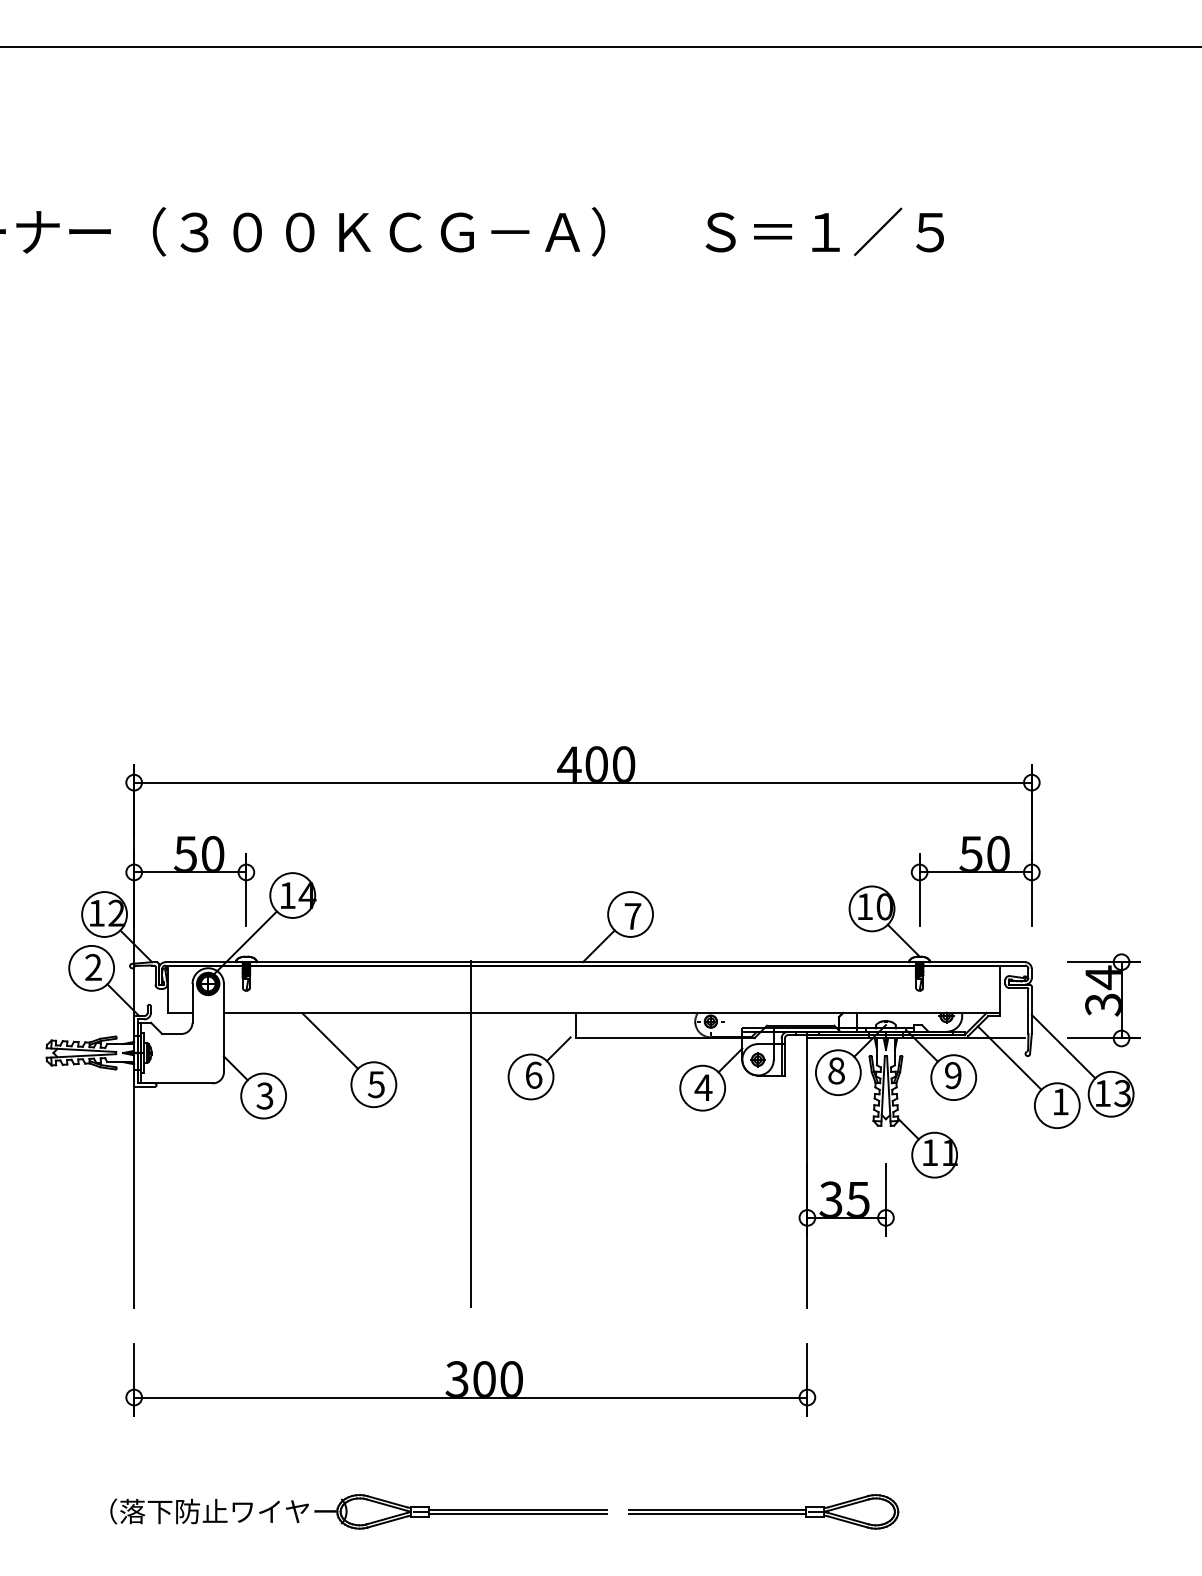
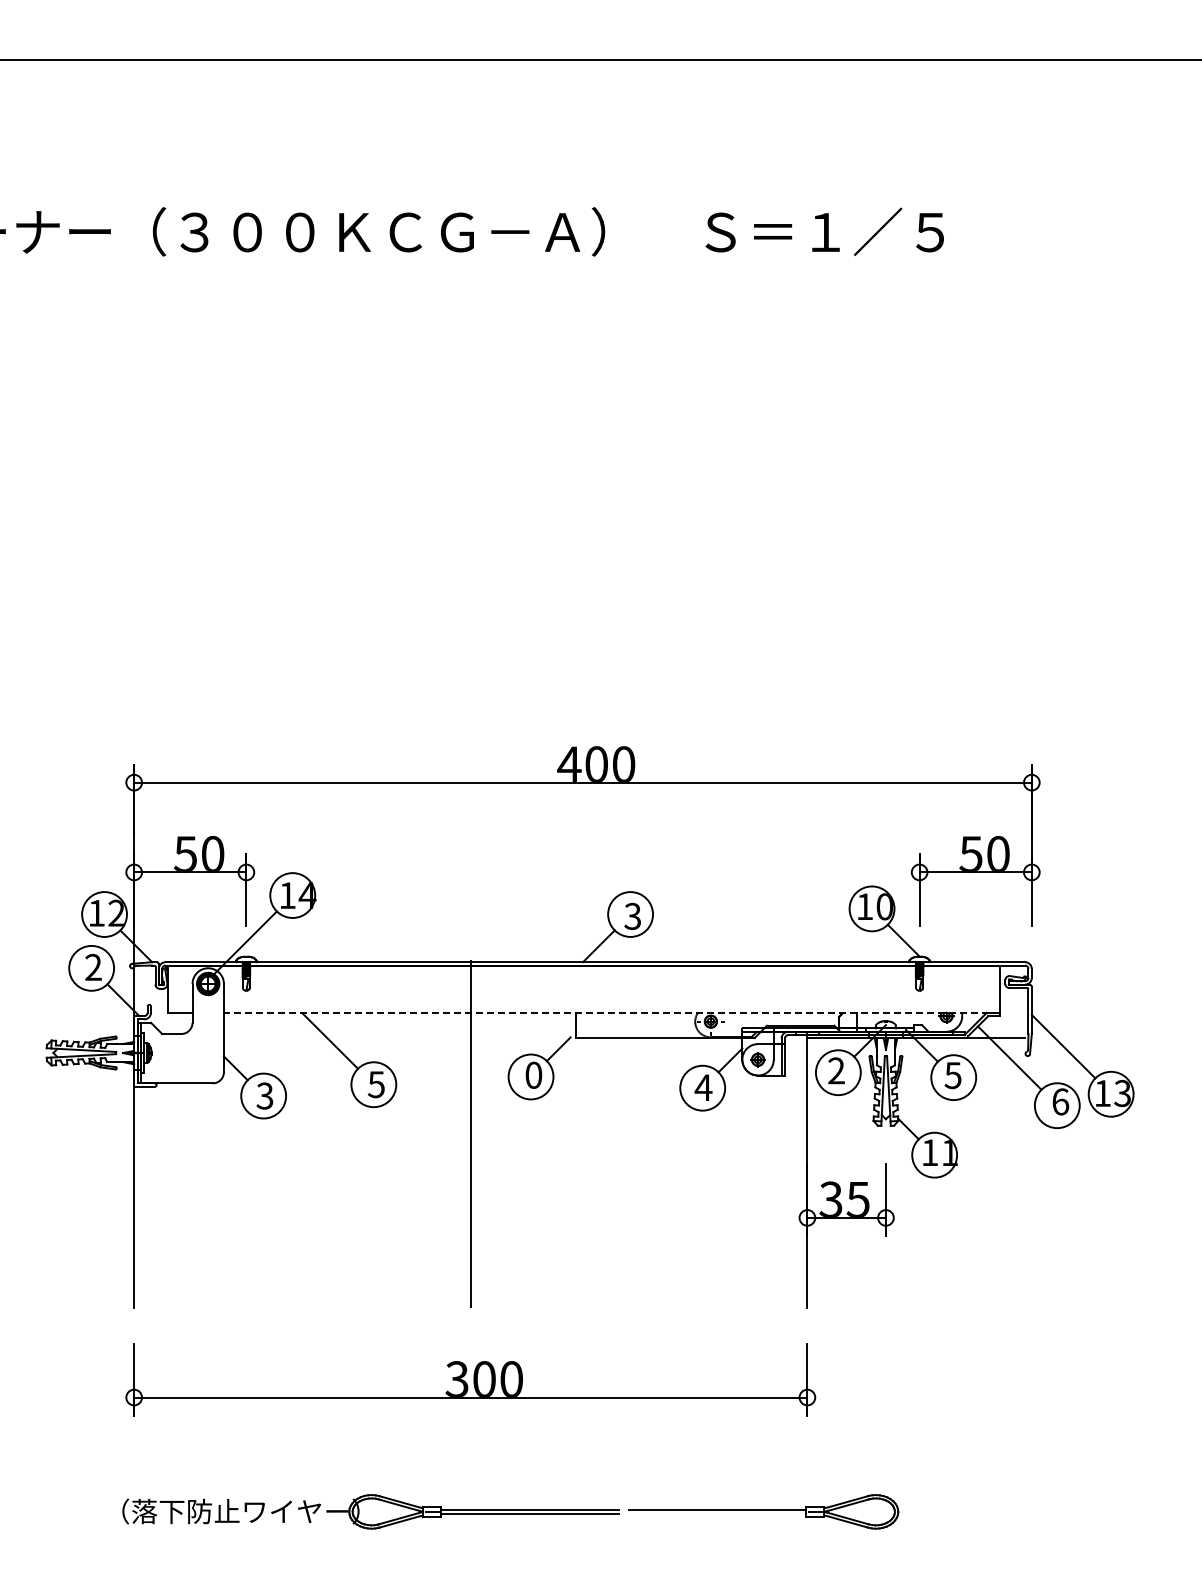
line at (600, 47) position: (600, 47) -> (600, 60)
text at (632, 916): 7 -> 3
part at (1103, 1000): present -> none
line at (611, 1012): solid -> dashed
text at (836, 1070): 8 -> 2
text at (533, 1074): 6 -> 0
text at (952, 1075): 9 -> 5
text at (1060, 1101): 1 -> 6
part at (358, 1511) position: (358, 1511) -> (370, 1511)
line at (717, 1513): present -> none
